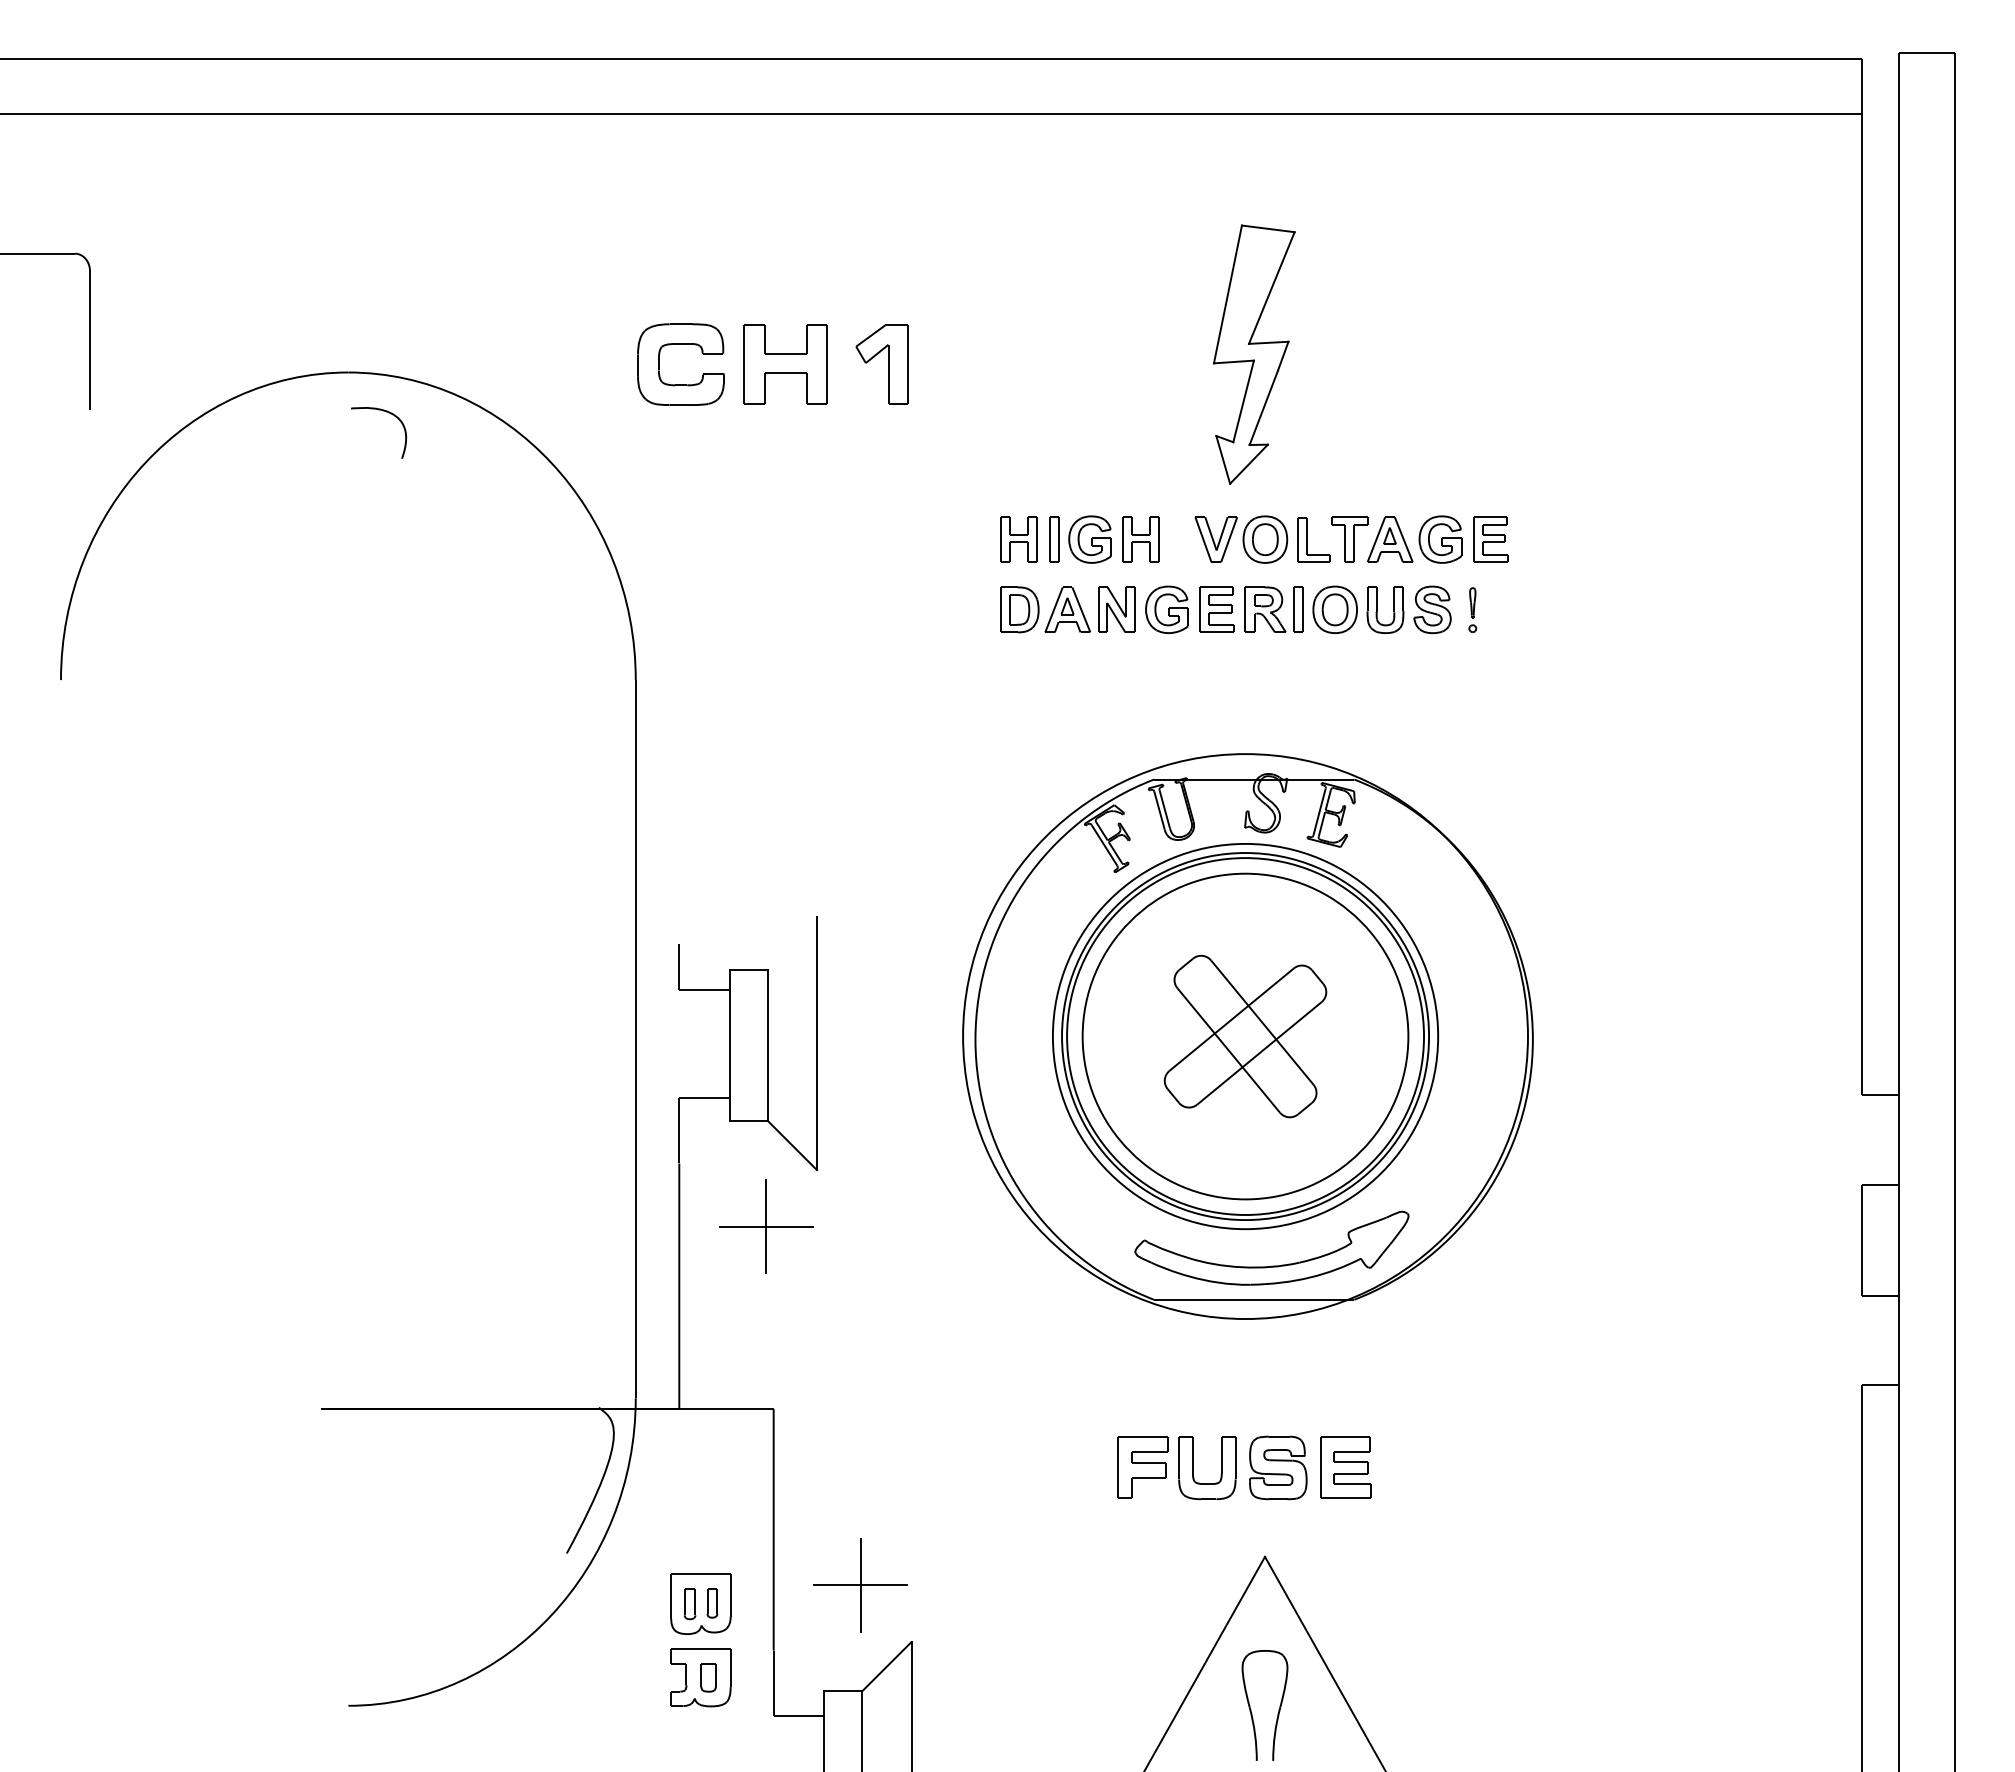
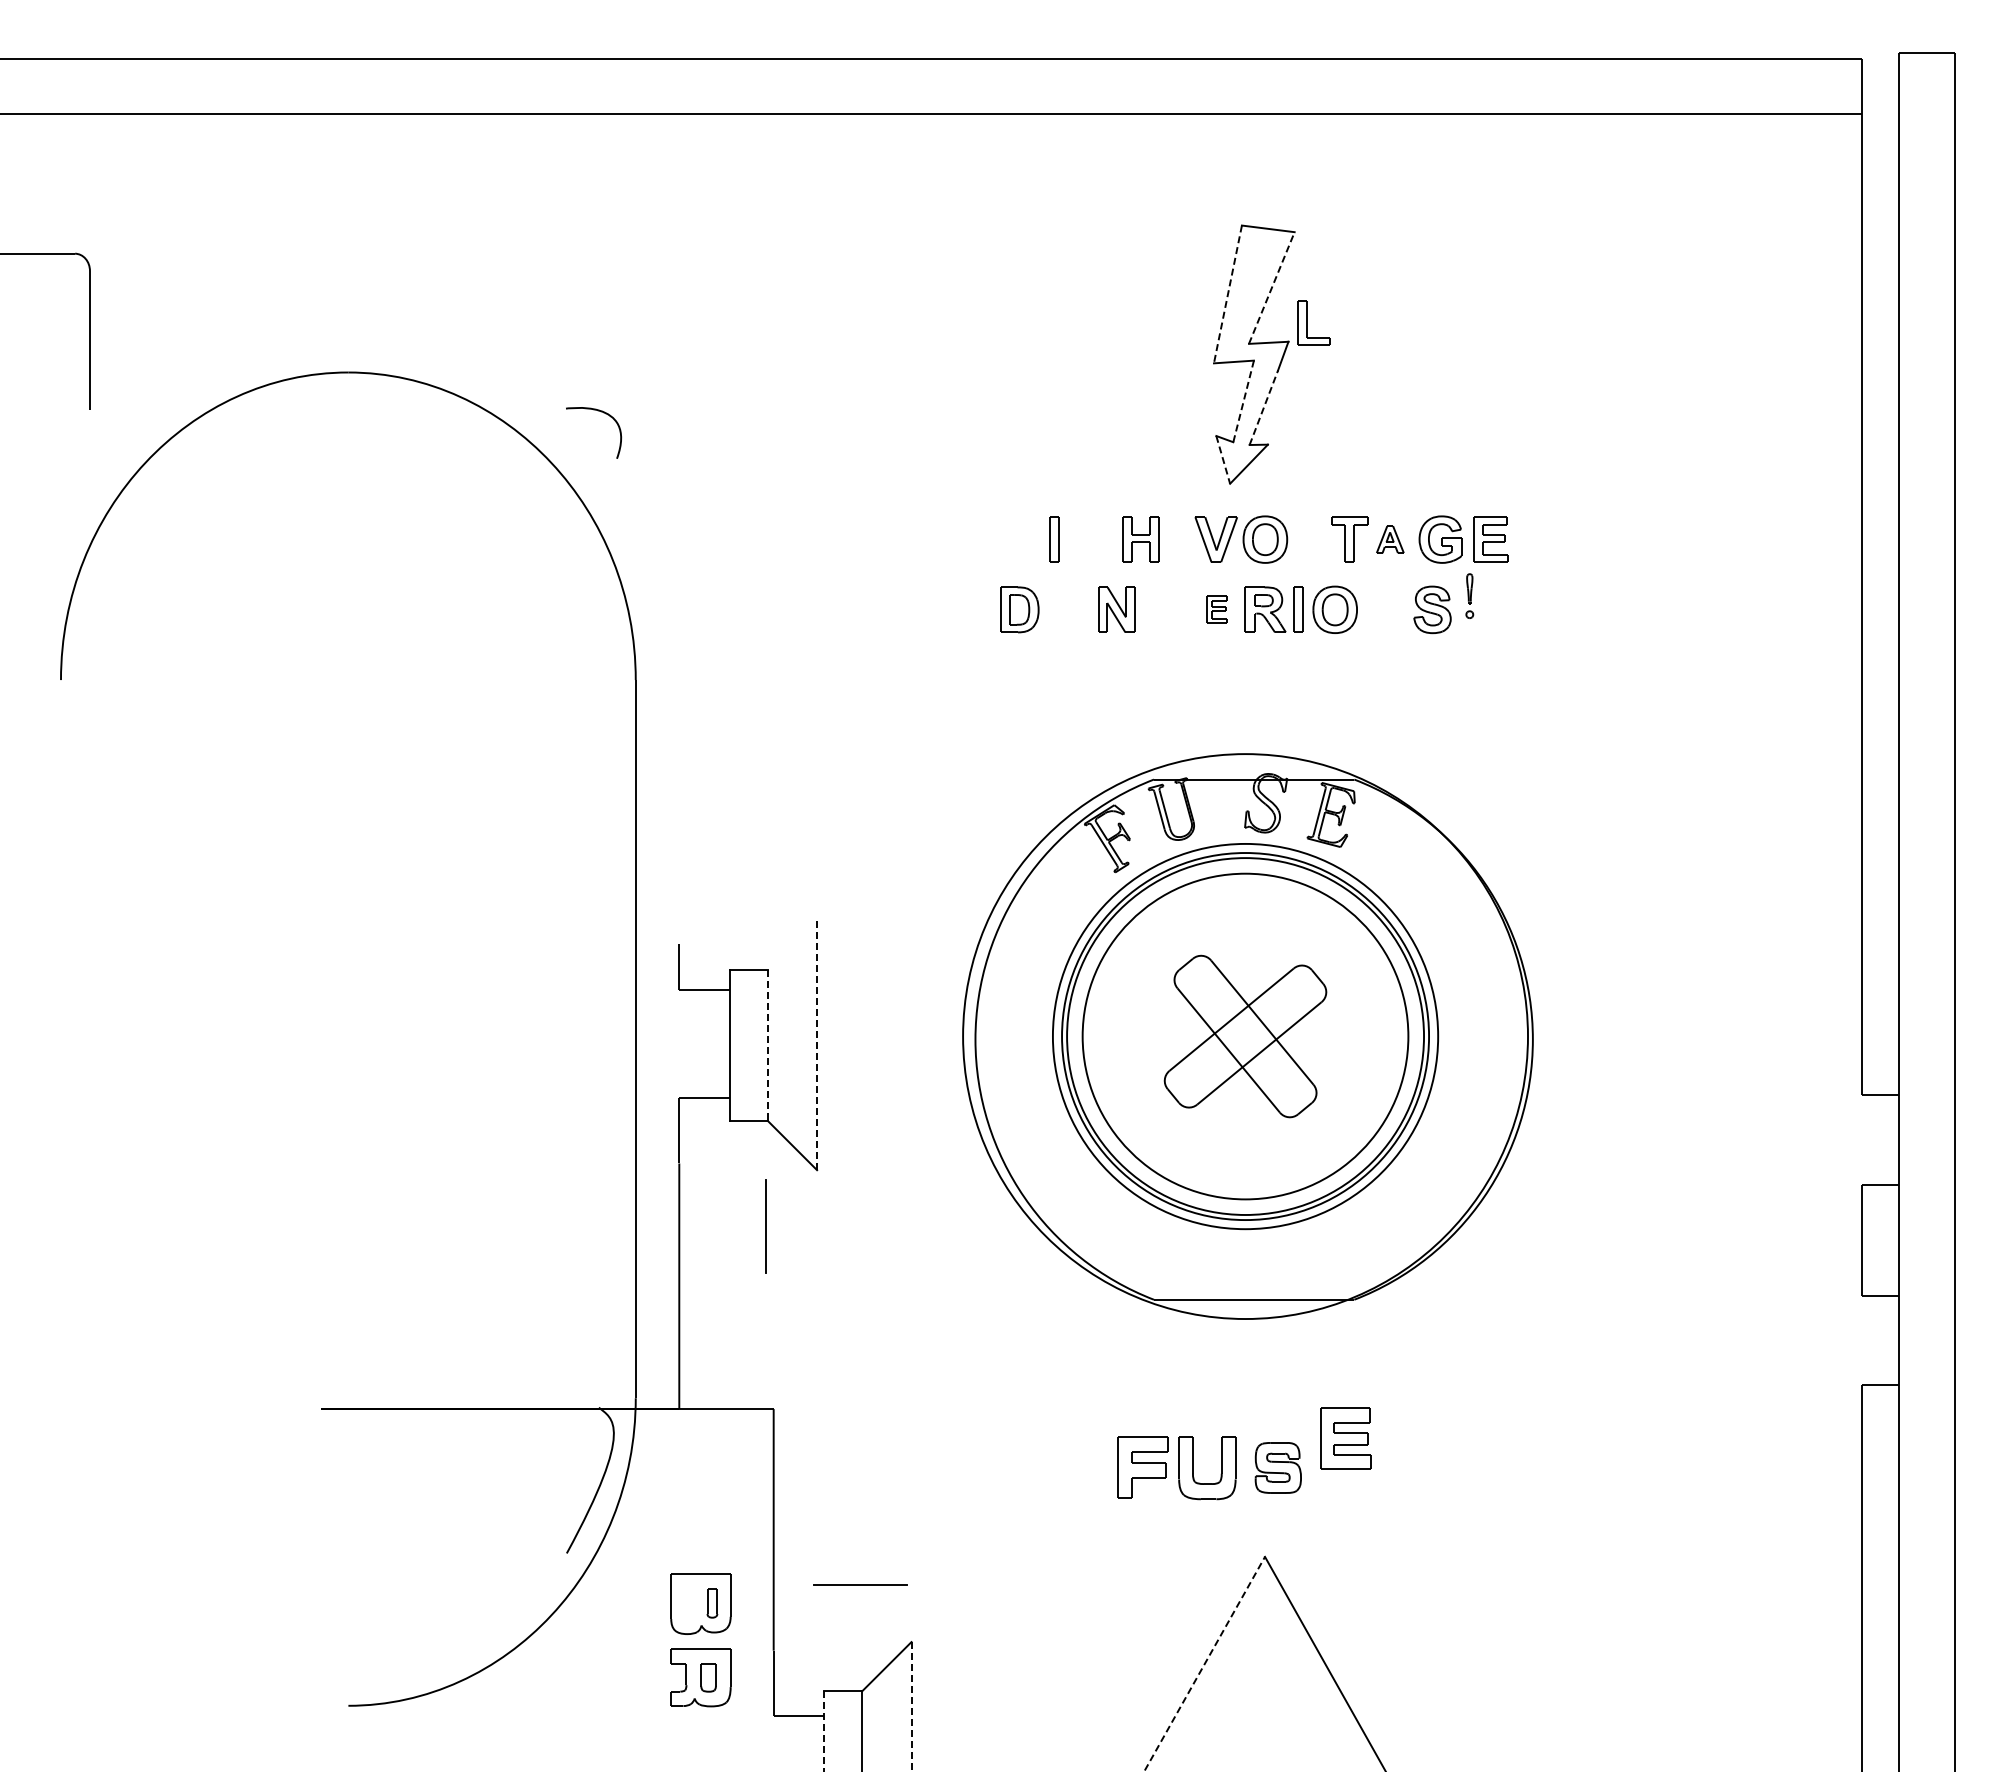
line at (1272, 287): solid -> dashed
line at (1227, 294): solid -> dashed
part at (680, 344): present -> none
part at (785, 364): present -> none
part at (888, 364): present -> none
line at (1243, 401): solid -> dashed
line at (1263, 407): solid -> dashed
curve at (388, 413) position: (388, 413) -> (603, 413)
line at (1223, 459): solid -> dashed
part at (1018, 539): present -> none
part at (1089, 539): present -> none
part at (1313, 539) position: (1313, 539) -> (1313, 322)
part at (1390, 539) size: 47x47 px -> 29x29 px
part at (1067, 609): present -> none
part at (1166, 609): present -> none
part at (1216, 609) size: 36x47 px -> 22x29 px
part at (1377, 609): present -> none
part at (1472, 609) position: (1472, 609) -> (1469, 595)
line at (817, 1043): solid -> dashed
line at (767, 1046): solid -> dashed
line at (765, 1226): present -> none
part at (1271, 1265): present -> none
part at (1278, 1467) size: 59x66 px -> 48x52 px
part at (1345, 1467) position: (1345, 1467) -> (1345, 1438)
line at (860, 1585): present -> none
part at (690, 1604): present -> none
line at (1204, 1663): solid -> dashed
line at (911, 1707): solid -> dashed
part at (1251, 1709): present -> none
line at (824, 1731): solid -> dashed
